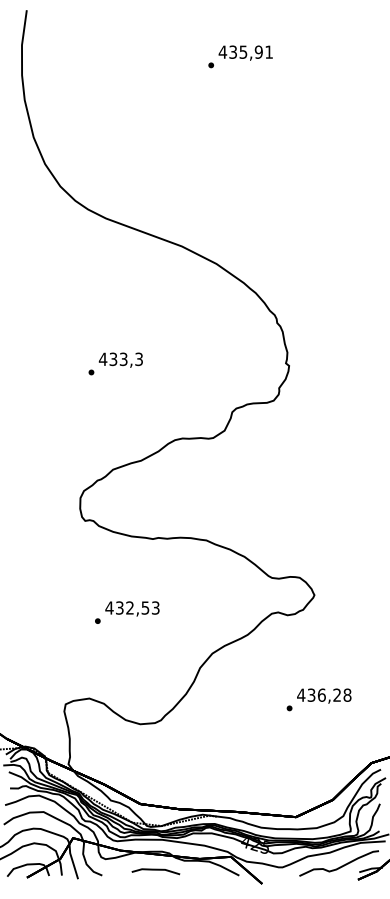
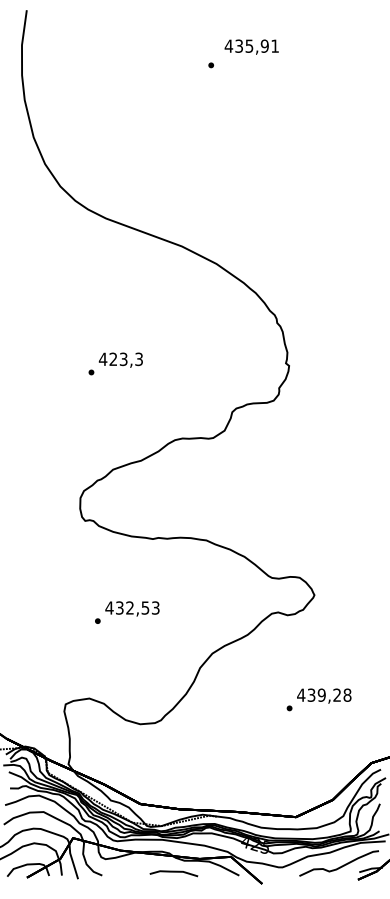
text at (245, 52) position: (245, 52) -> (251, 46)
text at (113, 359): 433,3 -> 423,3
text at (321, 694): 436,28 -> 439,28
line at (155, 870) position: (155, 870) -> (173, 872)
